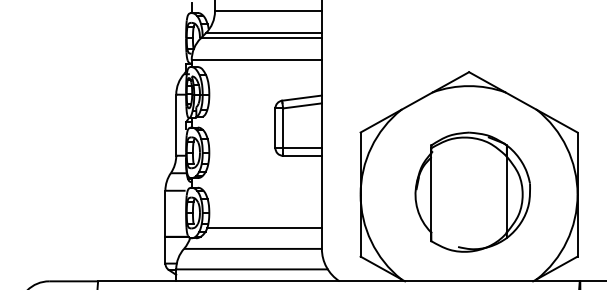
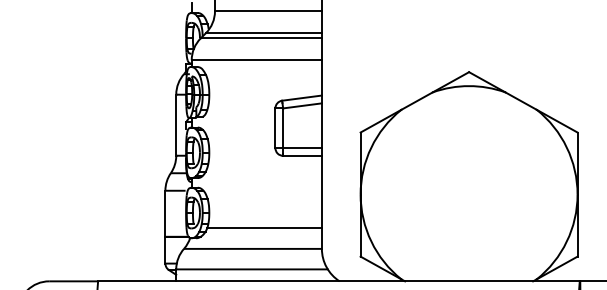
part at (472, 191): present -> none
